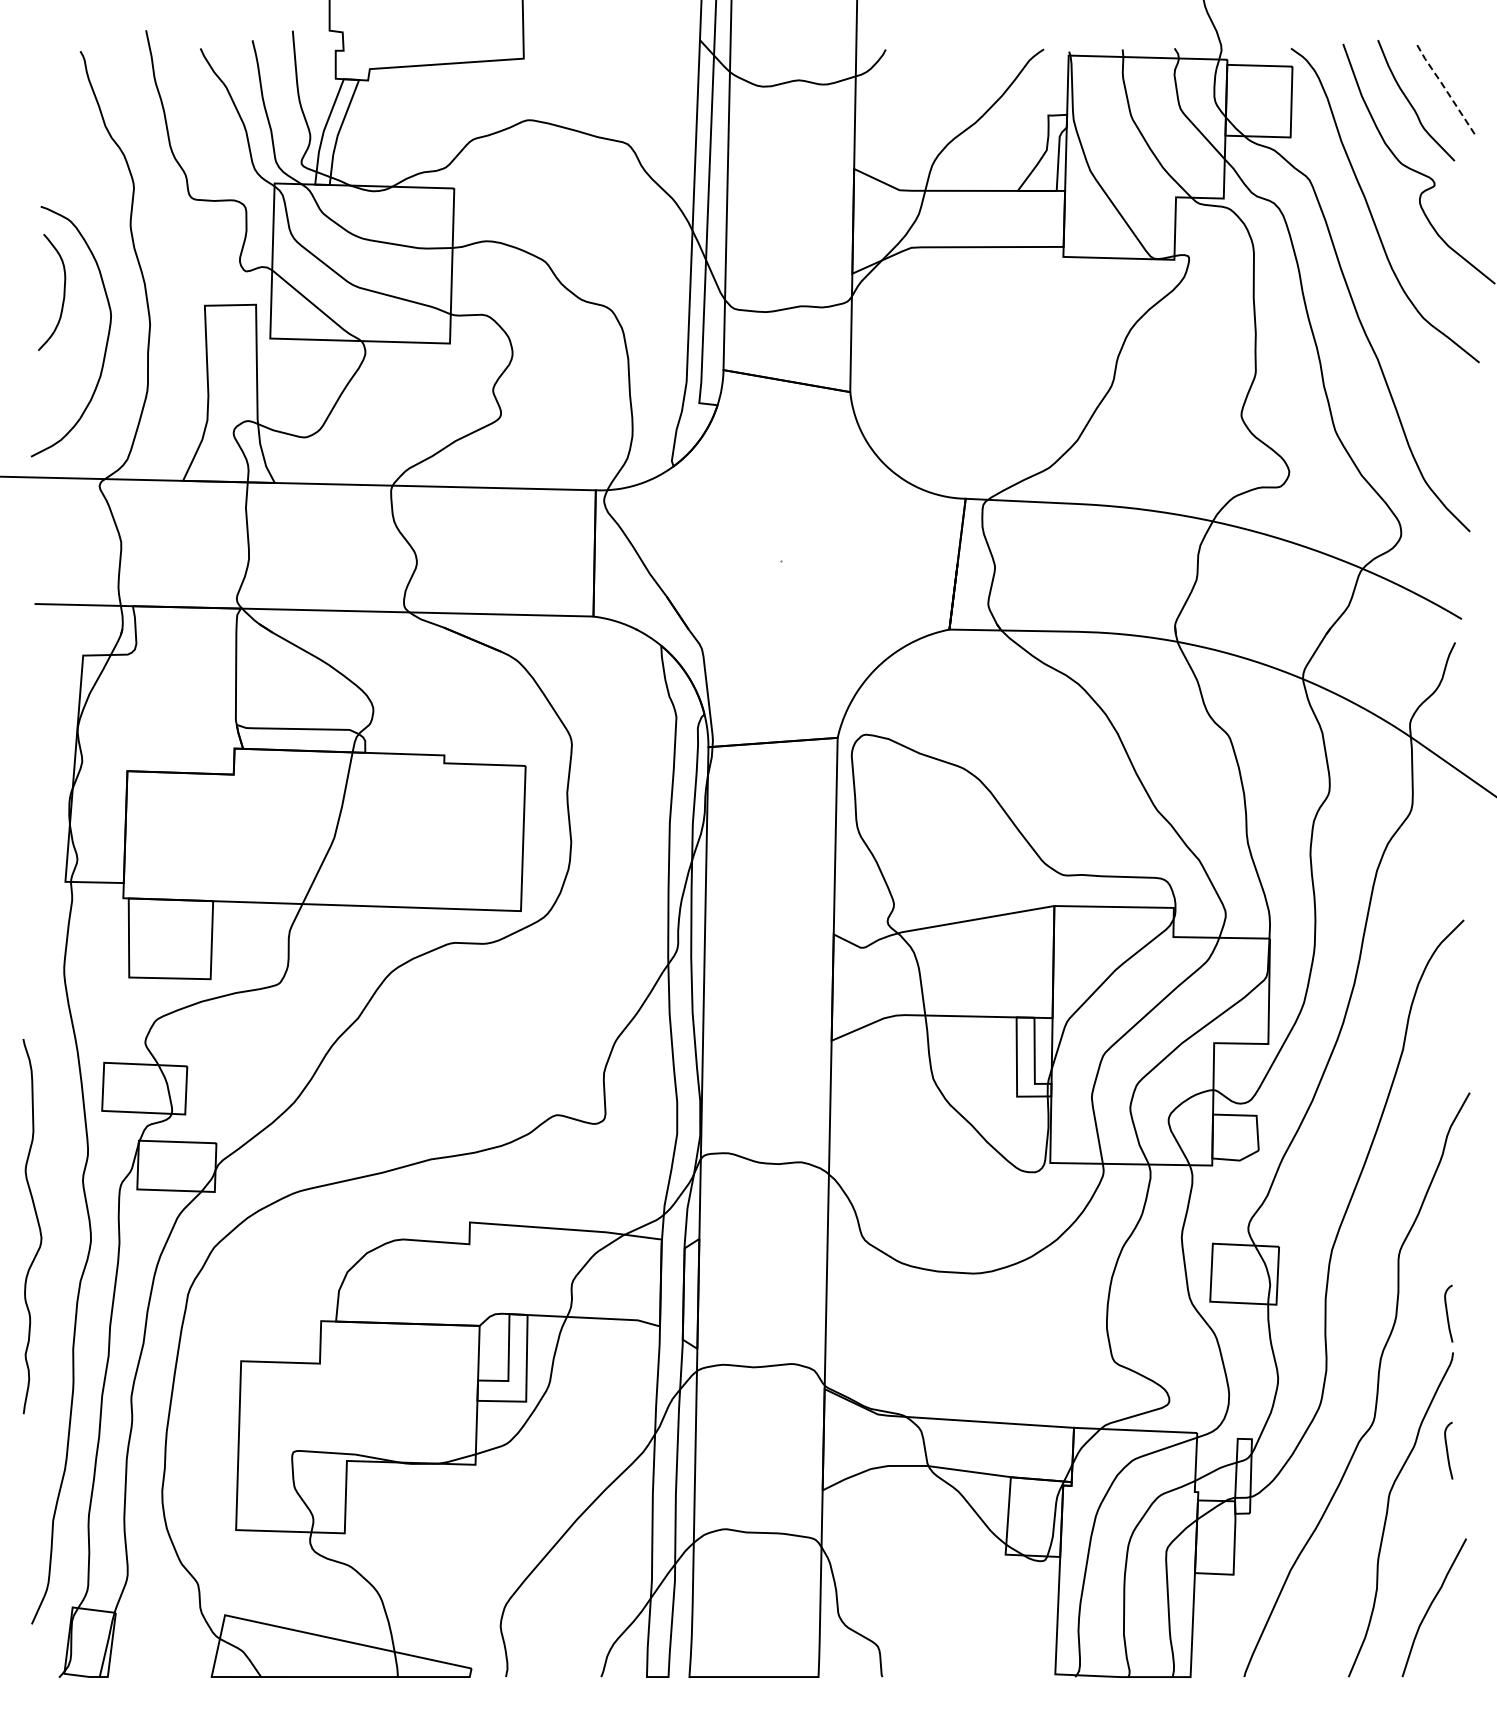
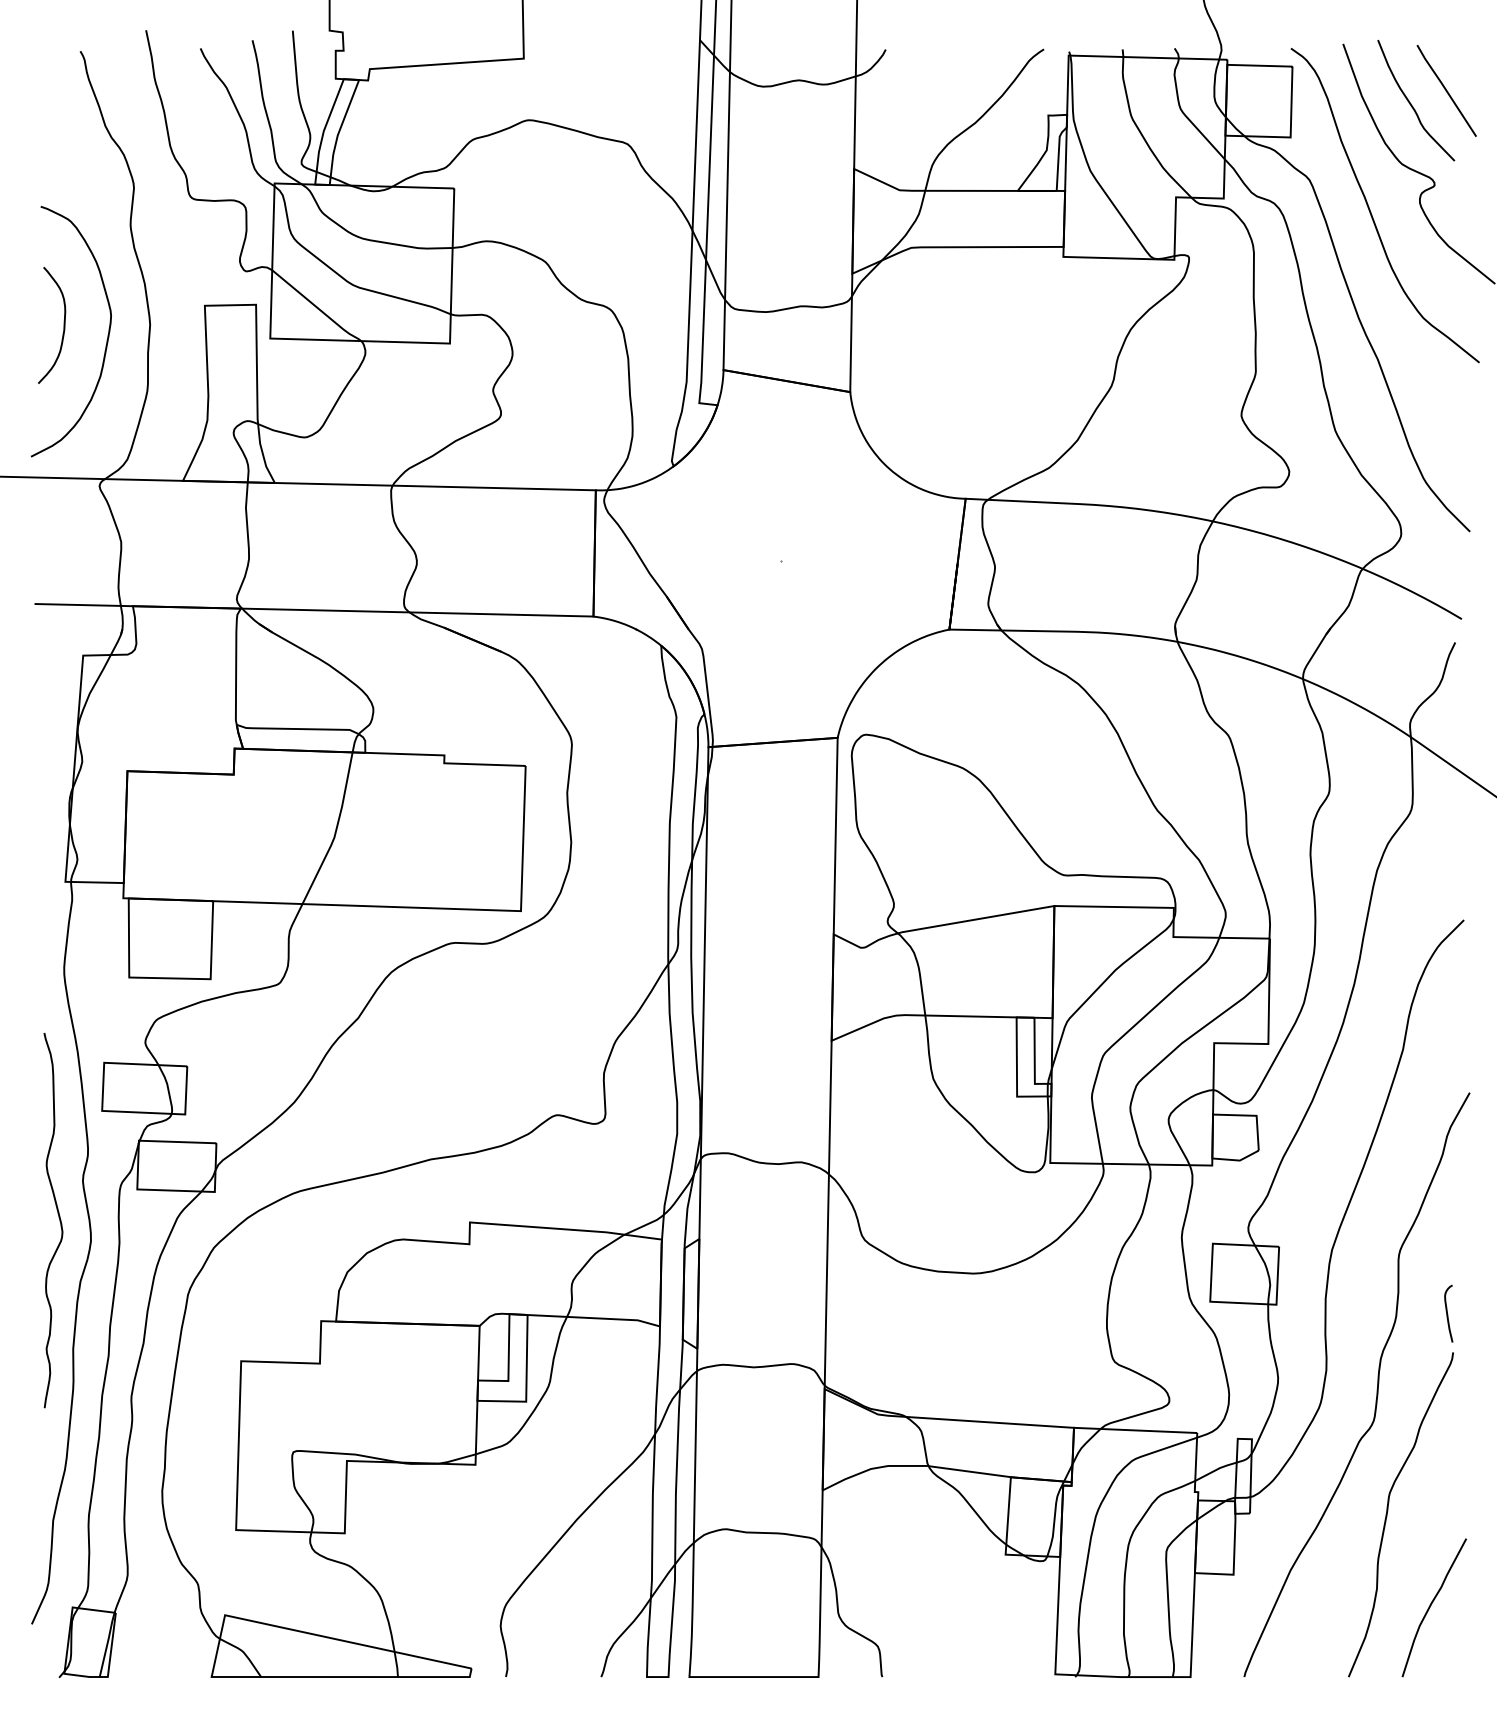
line at (1445, 89): dashed -> solid
curve at (63, 292) position: (63, 292) -> (63, 325)
curve at (37, 1223) position: (37, 1223) -> (58, 1217)
curve at (1447, 1450): present -> none
